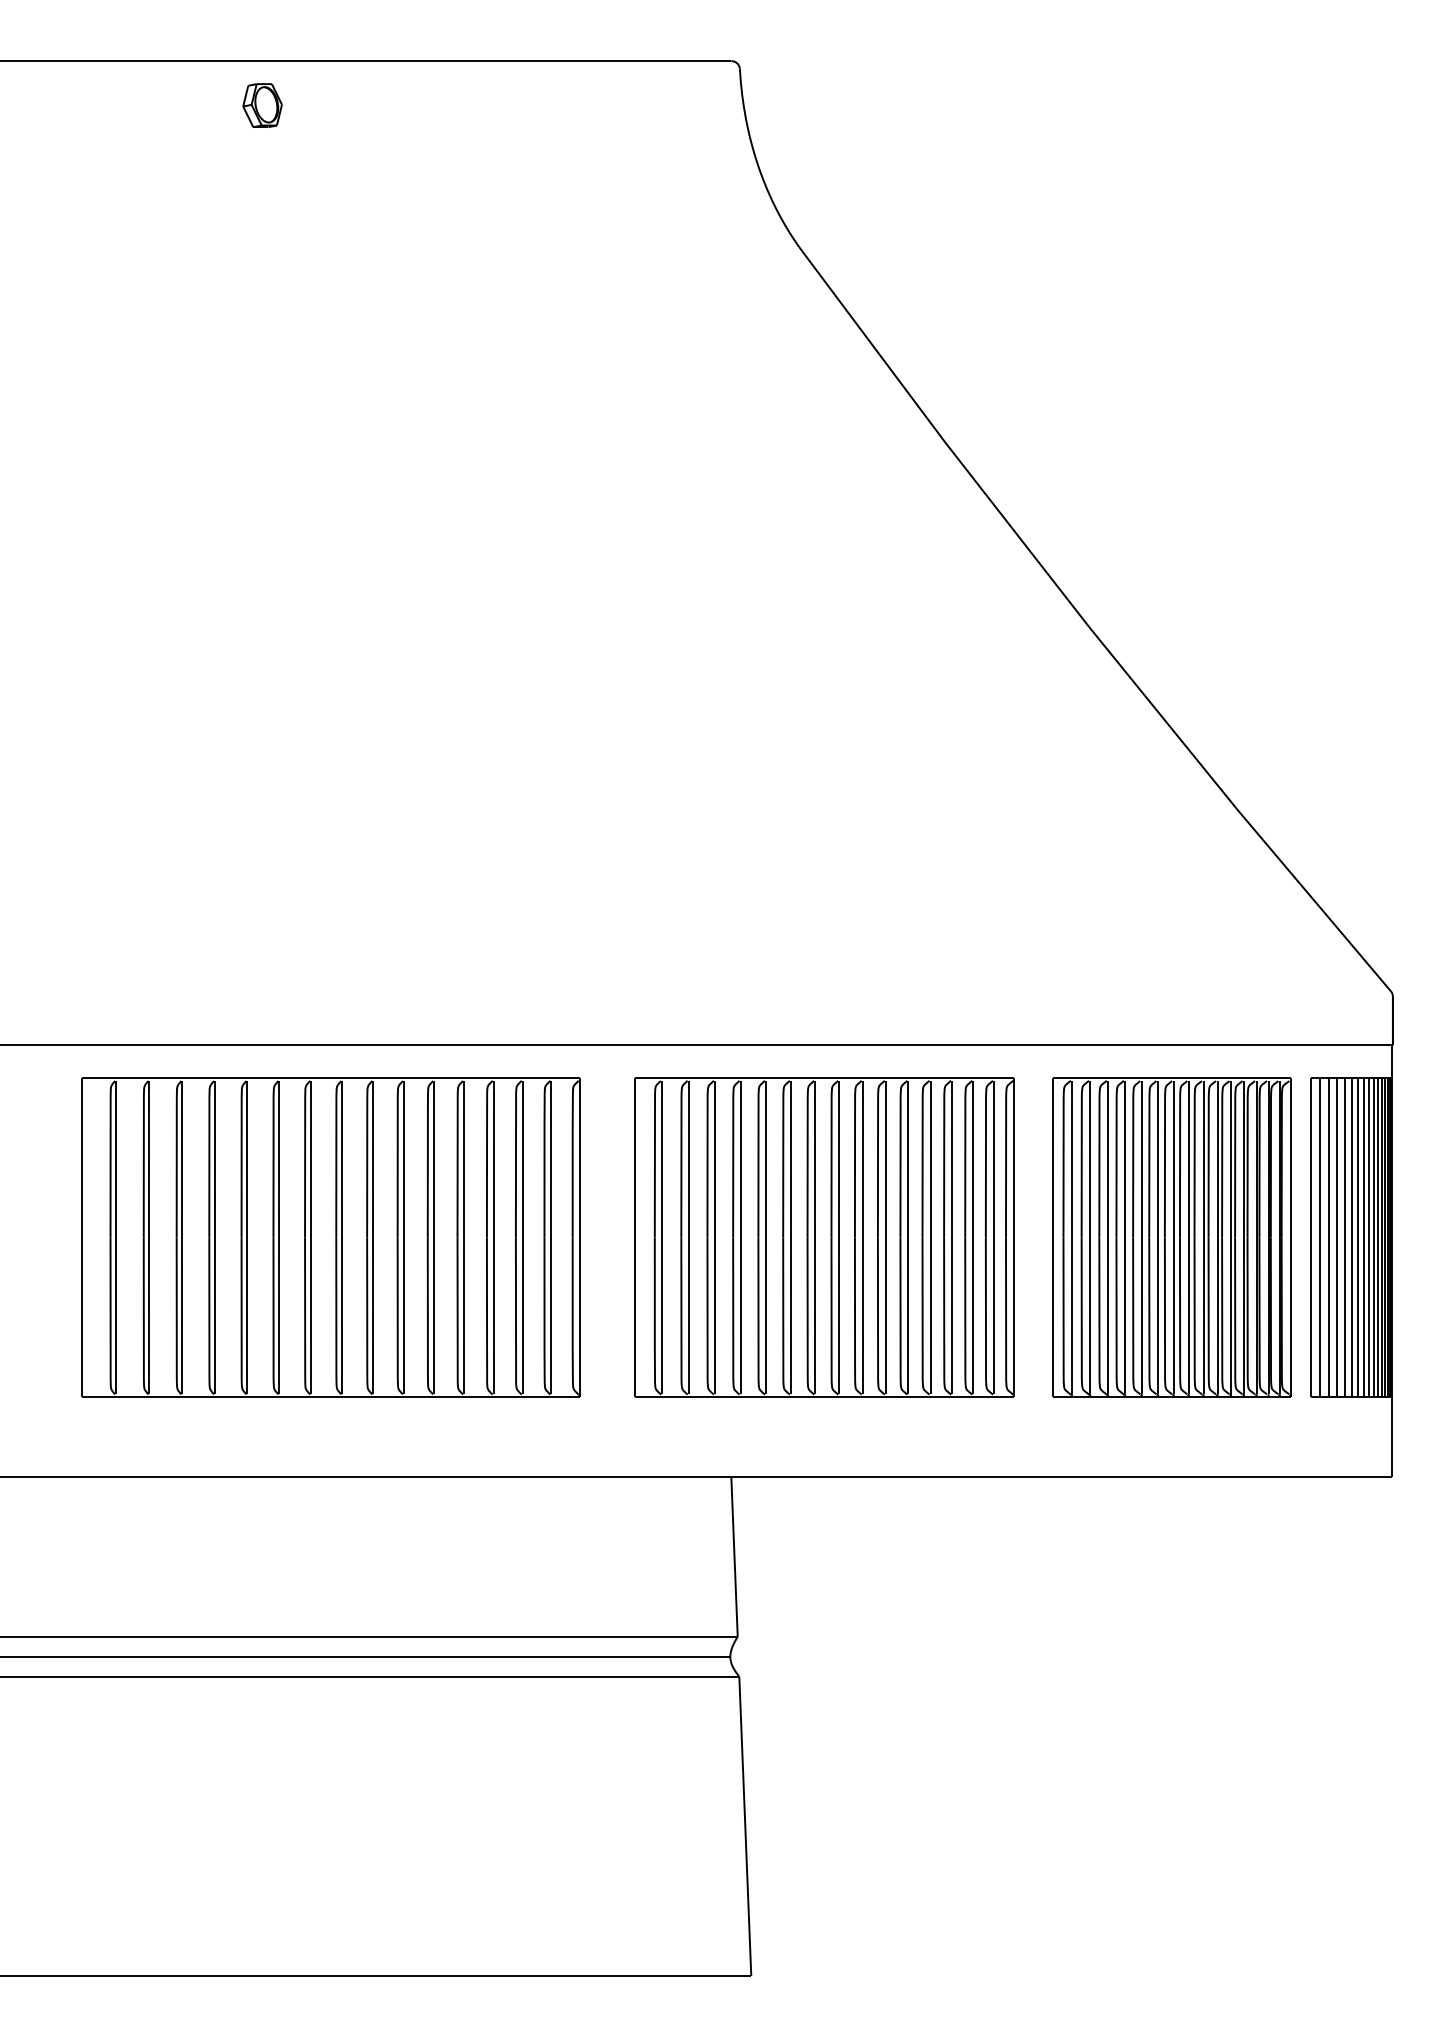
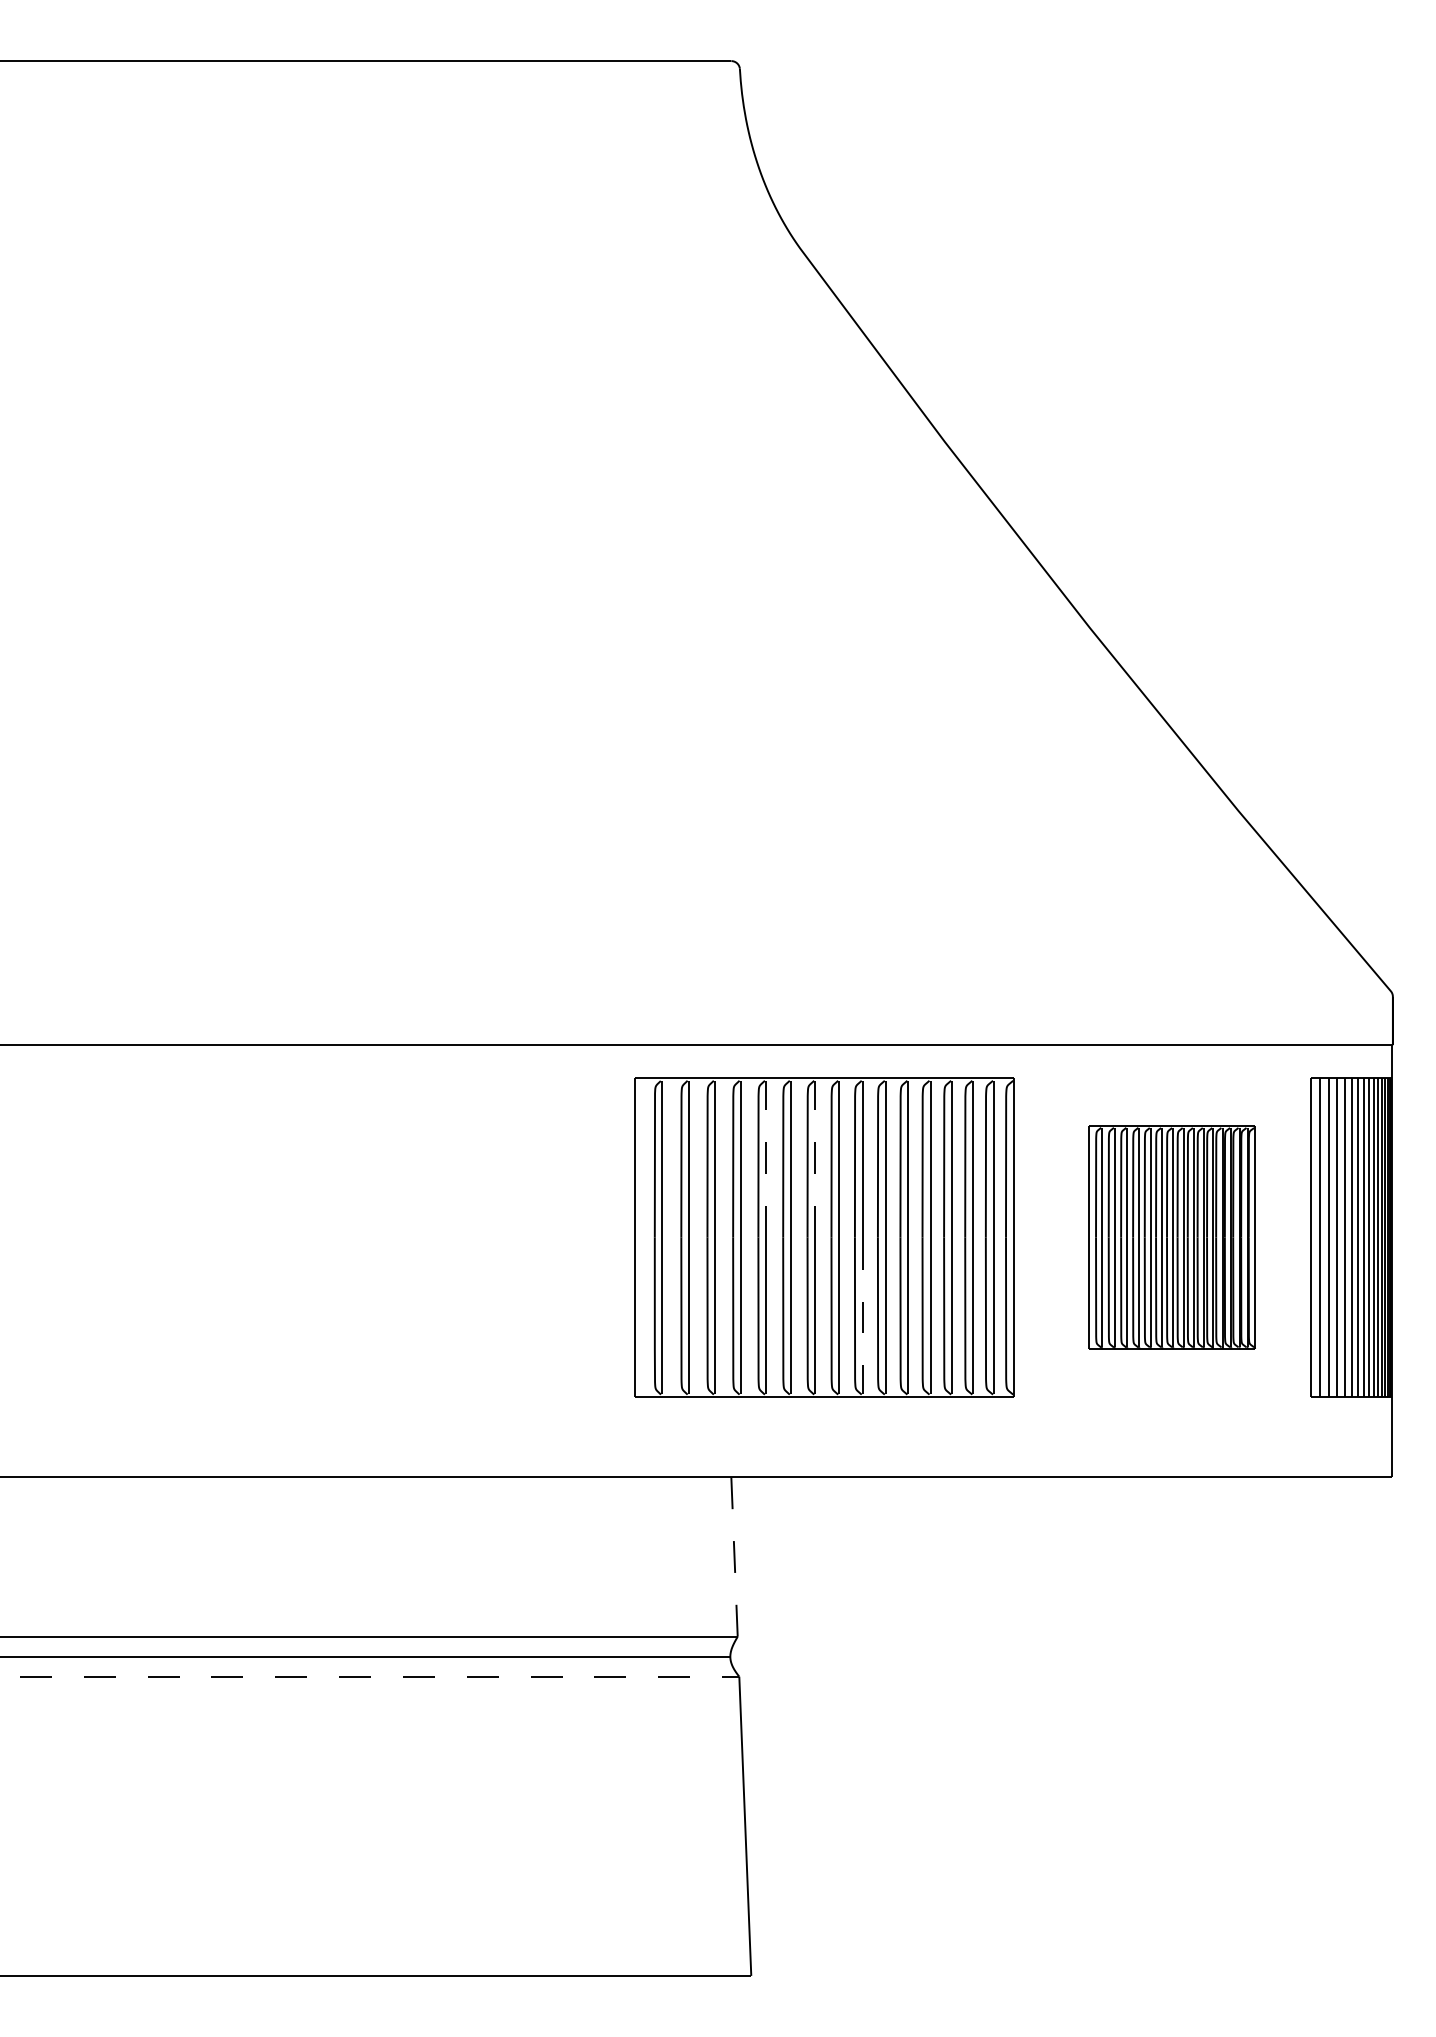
part at (262, 105): present -> none
line at (765, 1158): solid -> dashed
line at (815, 1158): solid -> dashed
part at (330, 1237): present -> none
part at (1171, 1237) size: 240x321 px -> 168x225 px
line at (862, 1316): solid -> dashed
line at (734, 1557): solid -> dashed
line at (370, 1676): solid -> dashed
